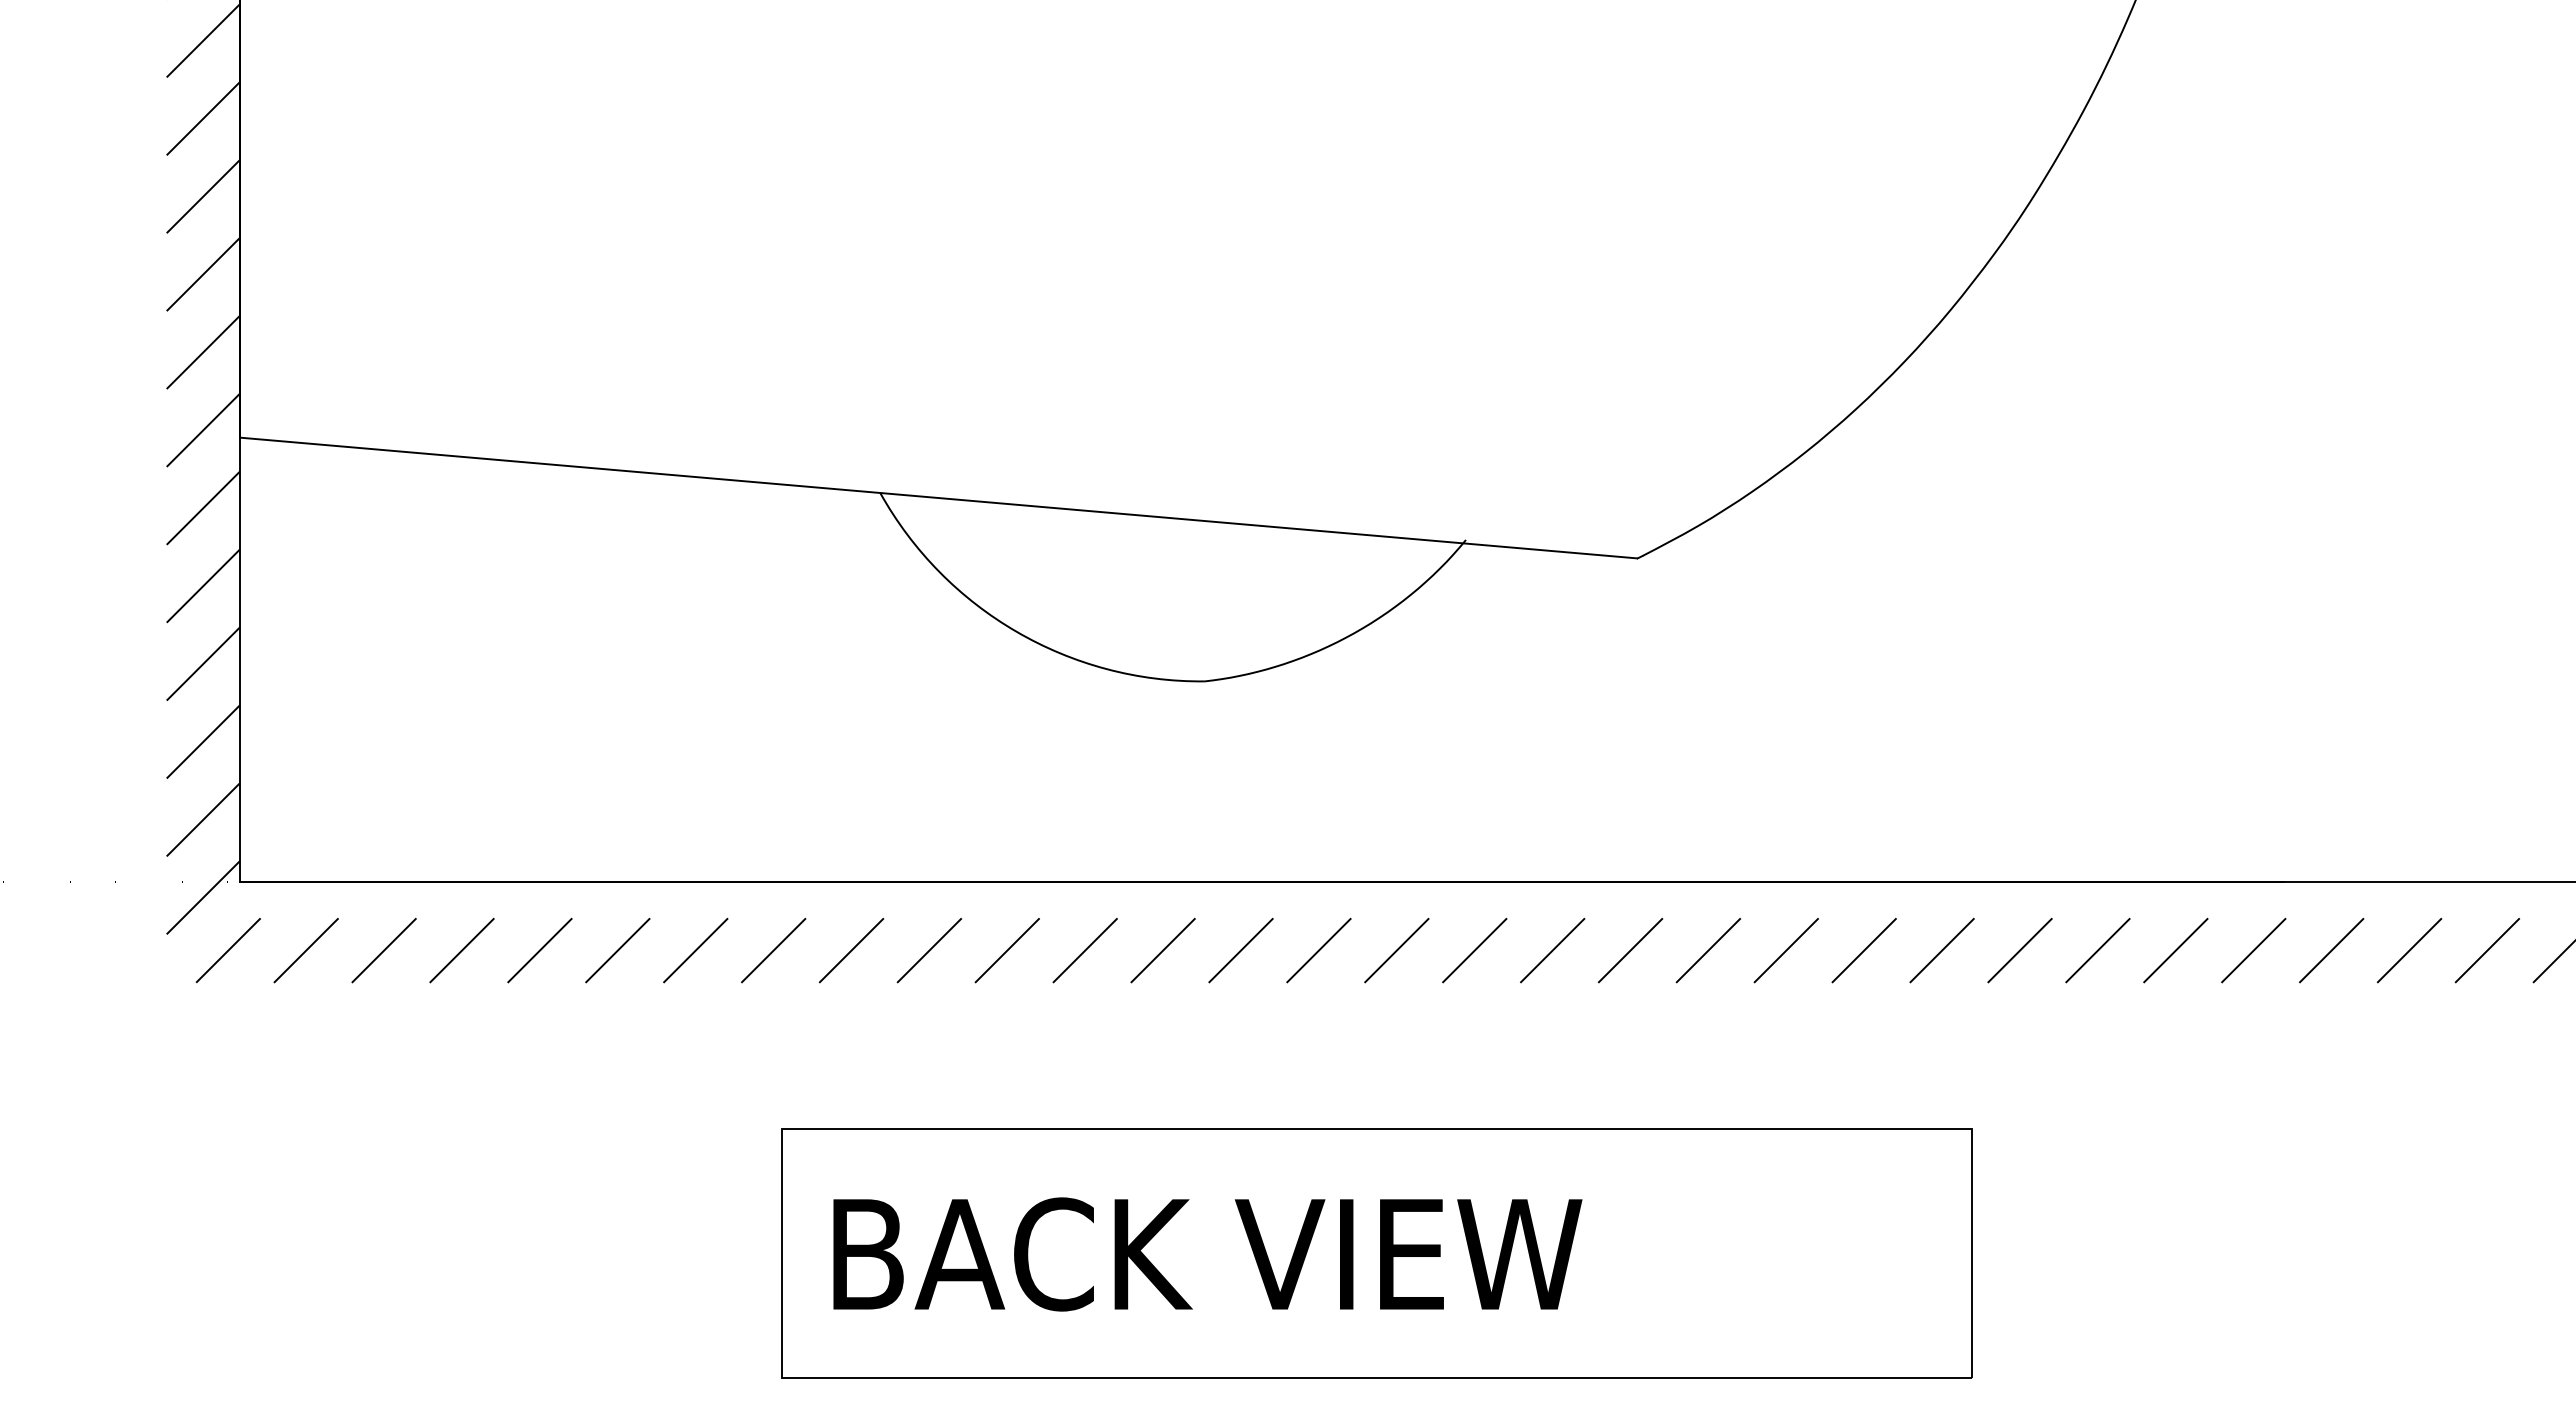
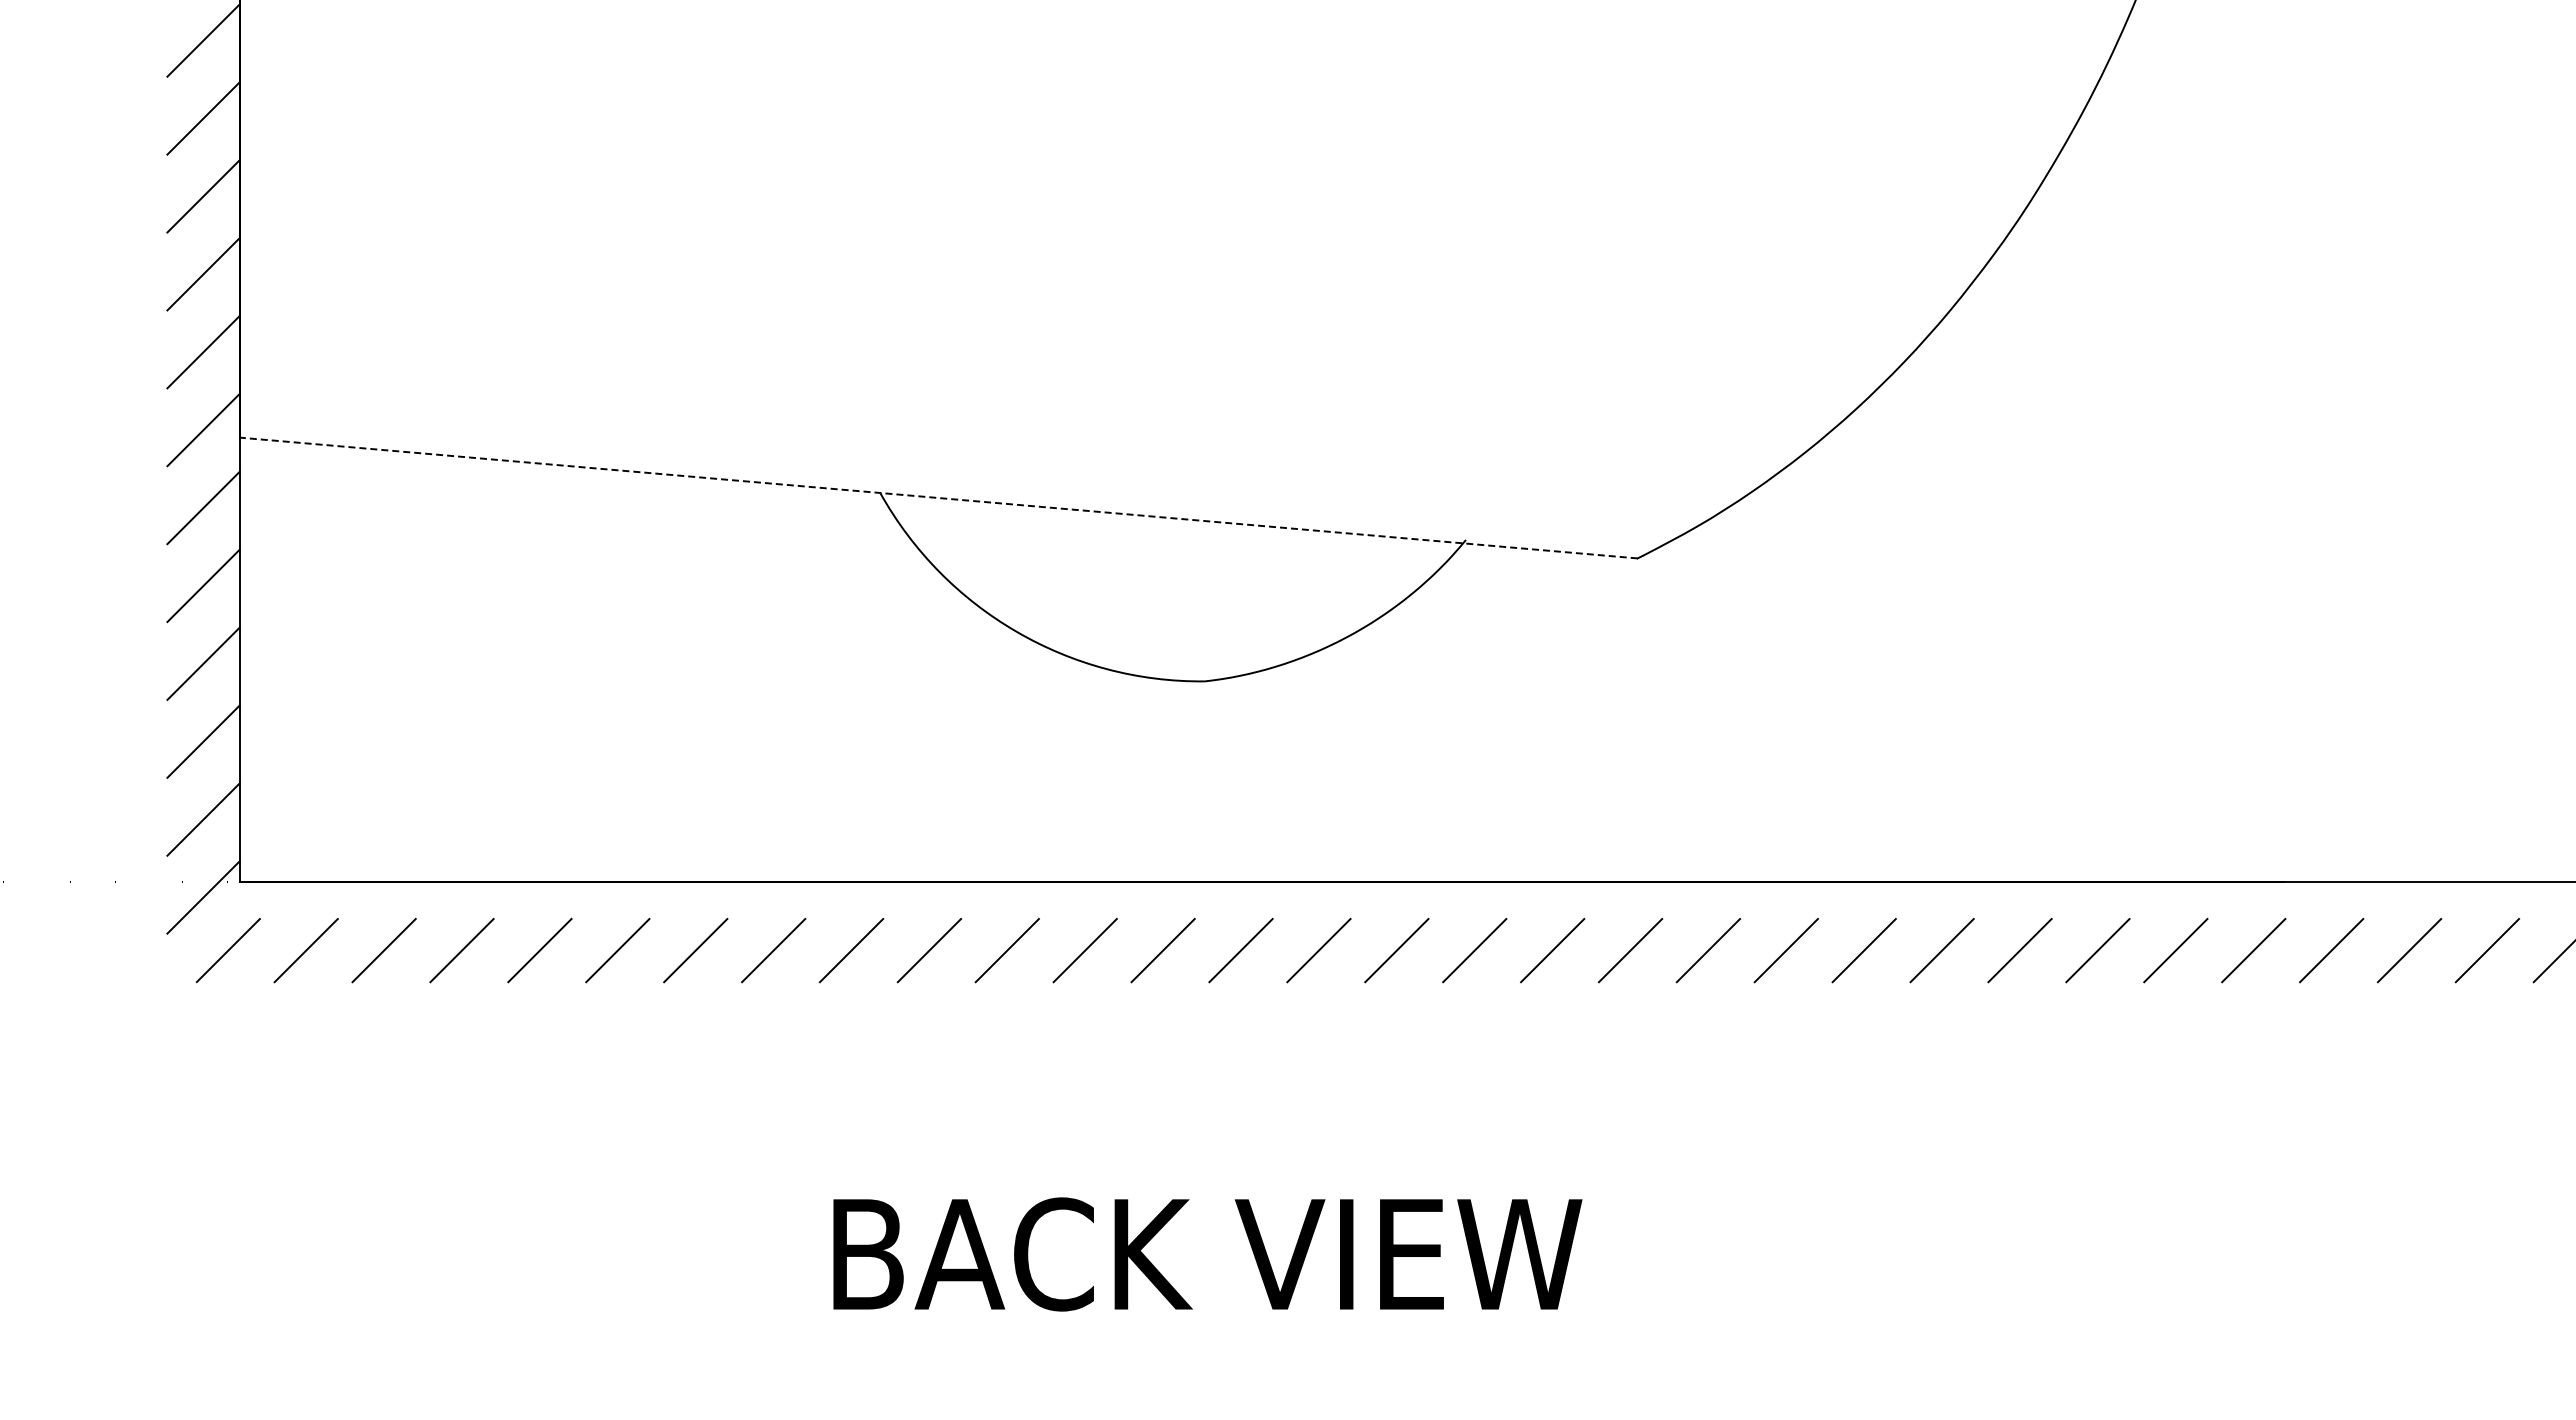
line at (938, 498): solid -> dashed
part at (1376, 1253): present -> none
